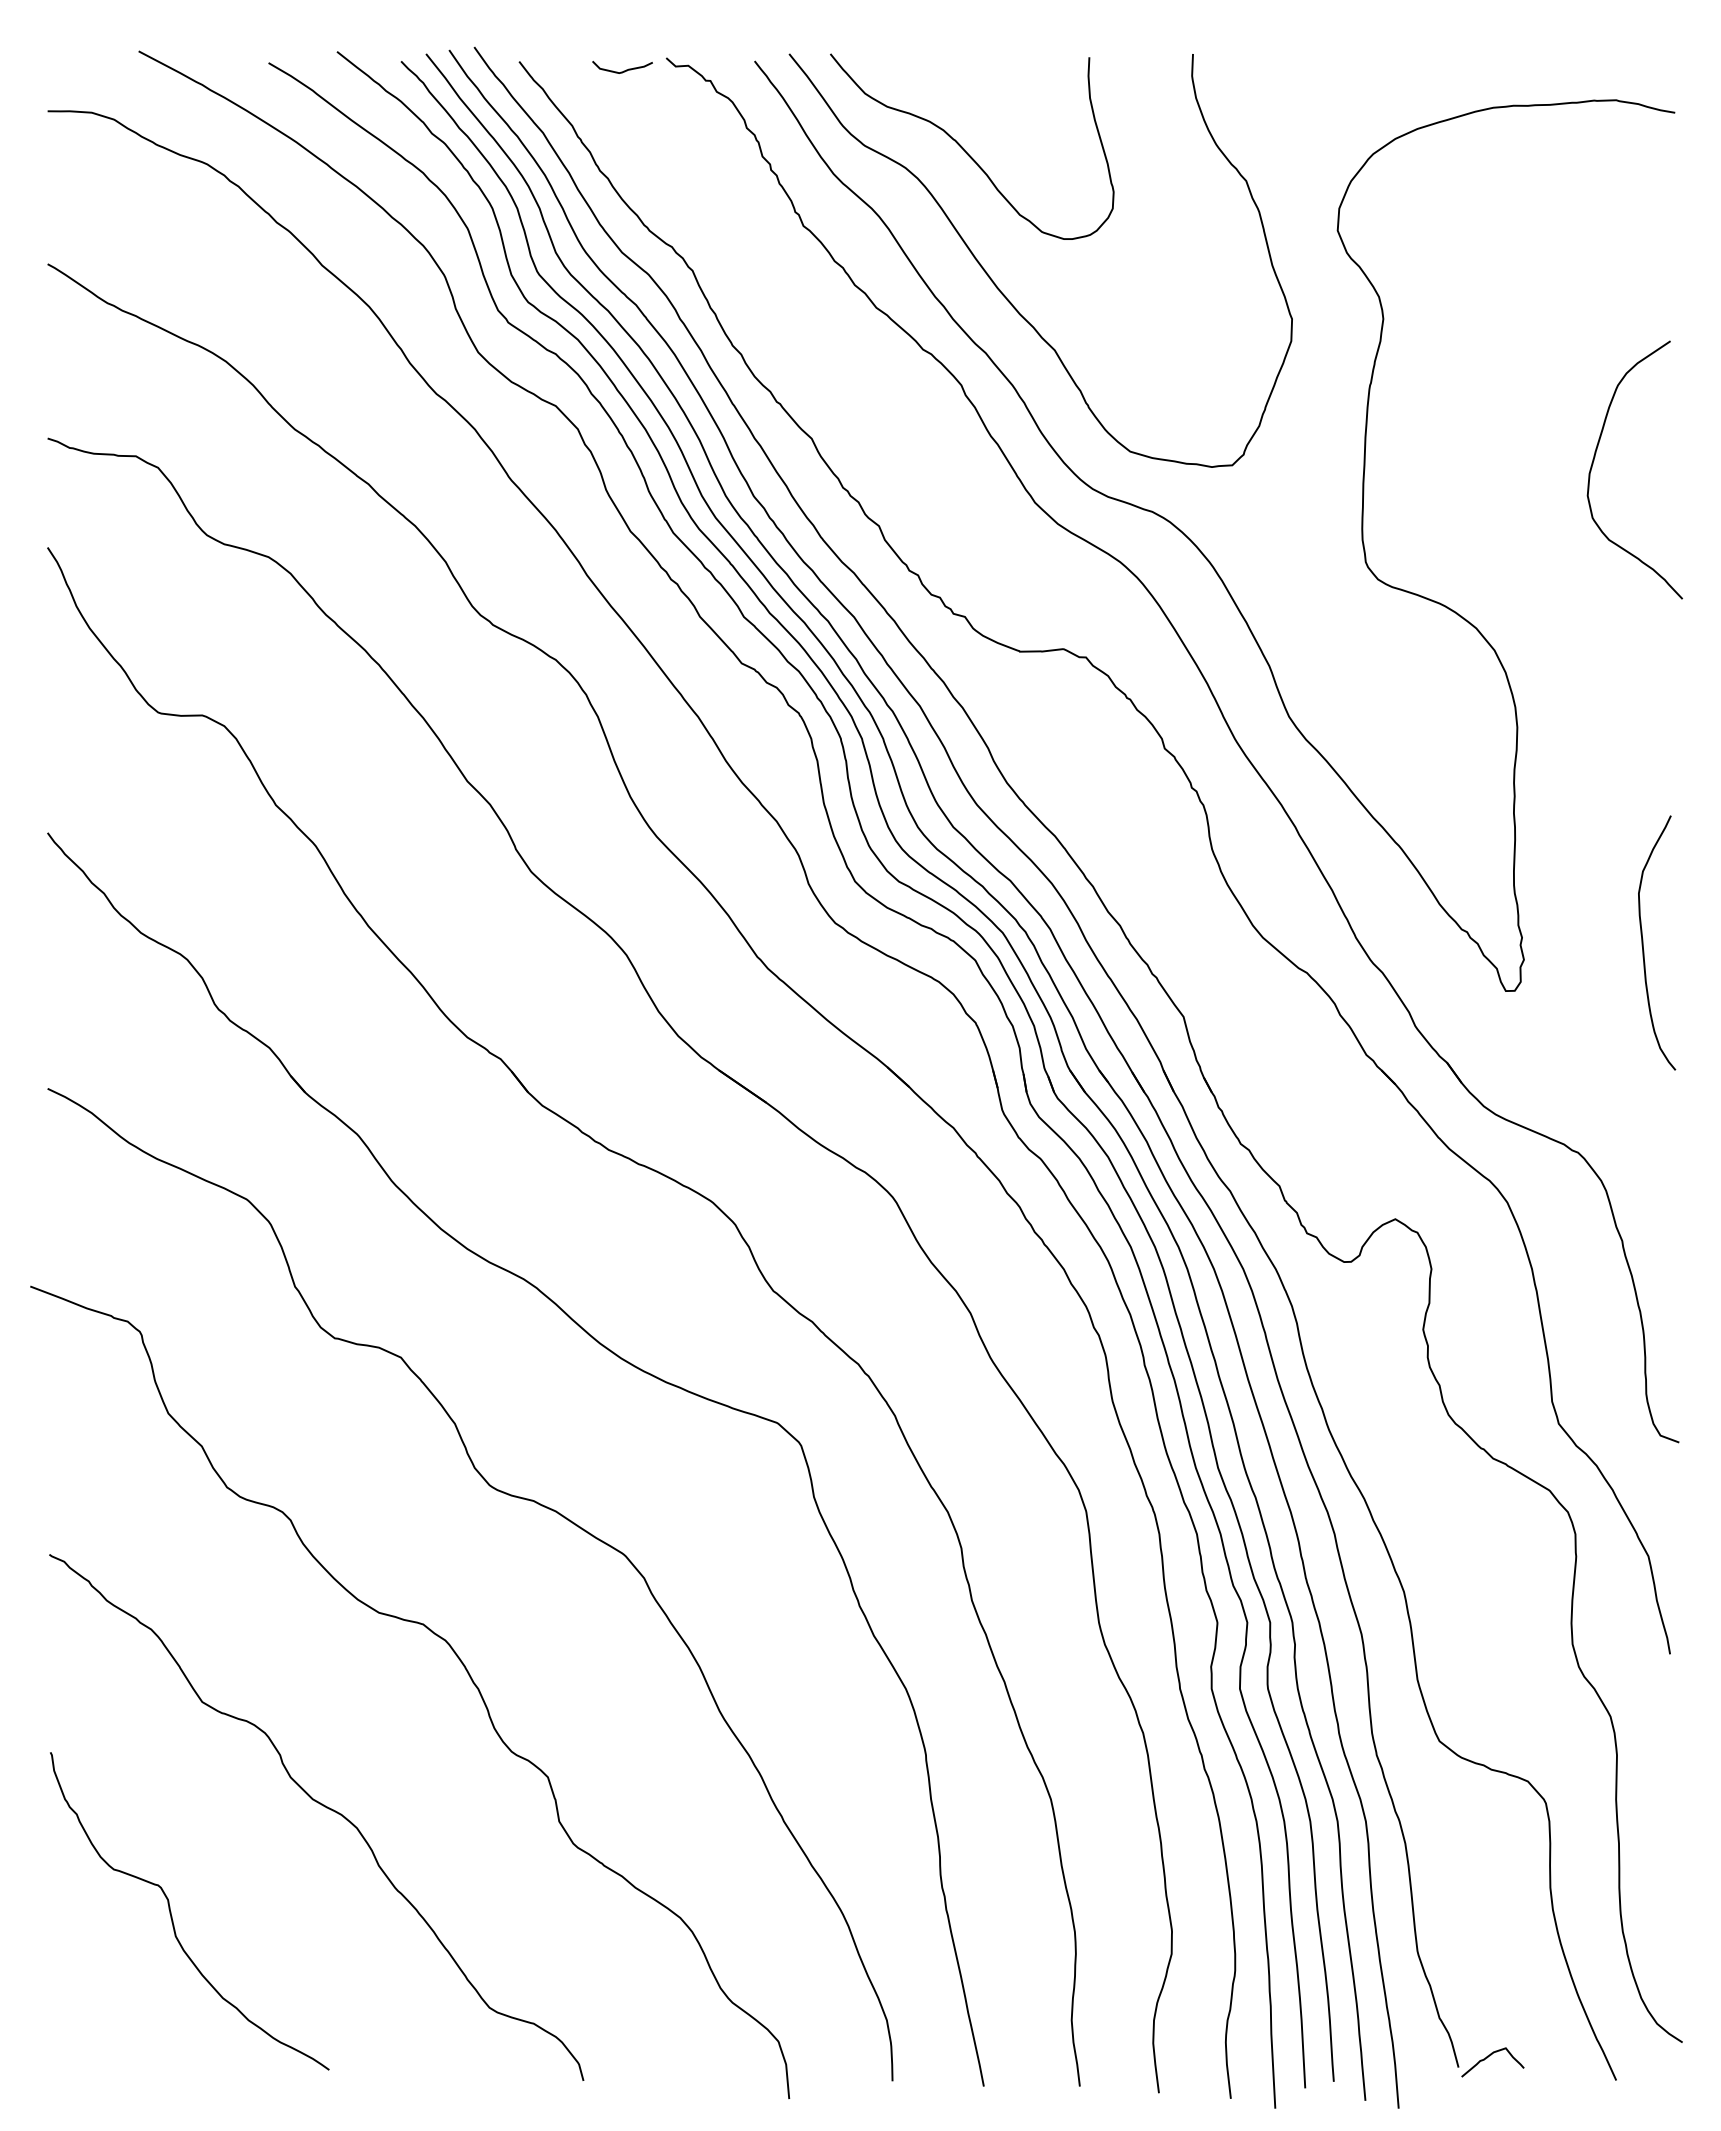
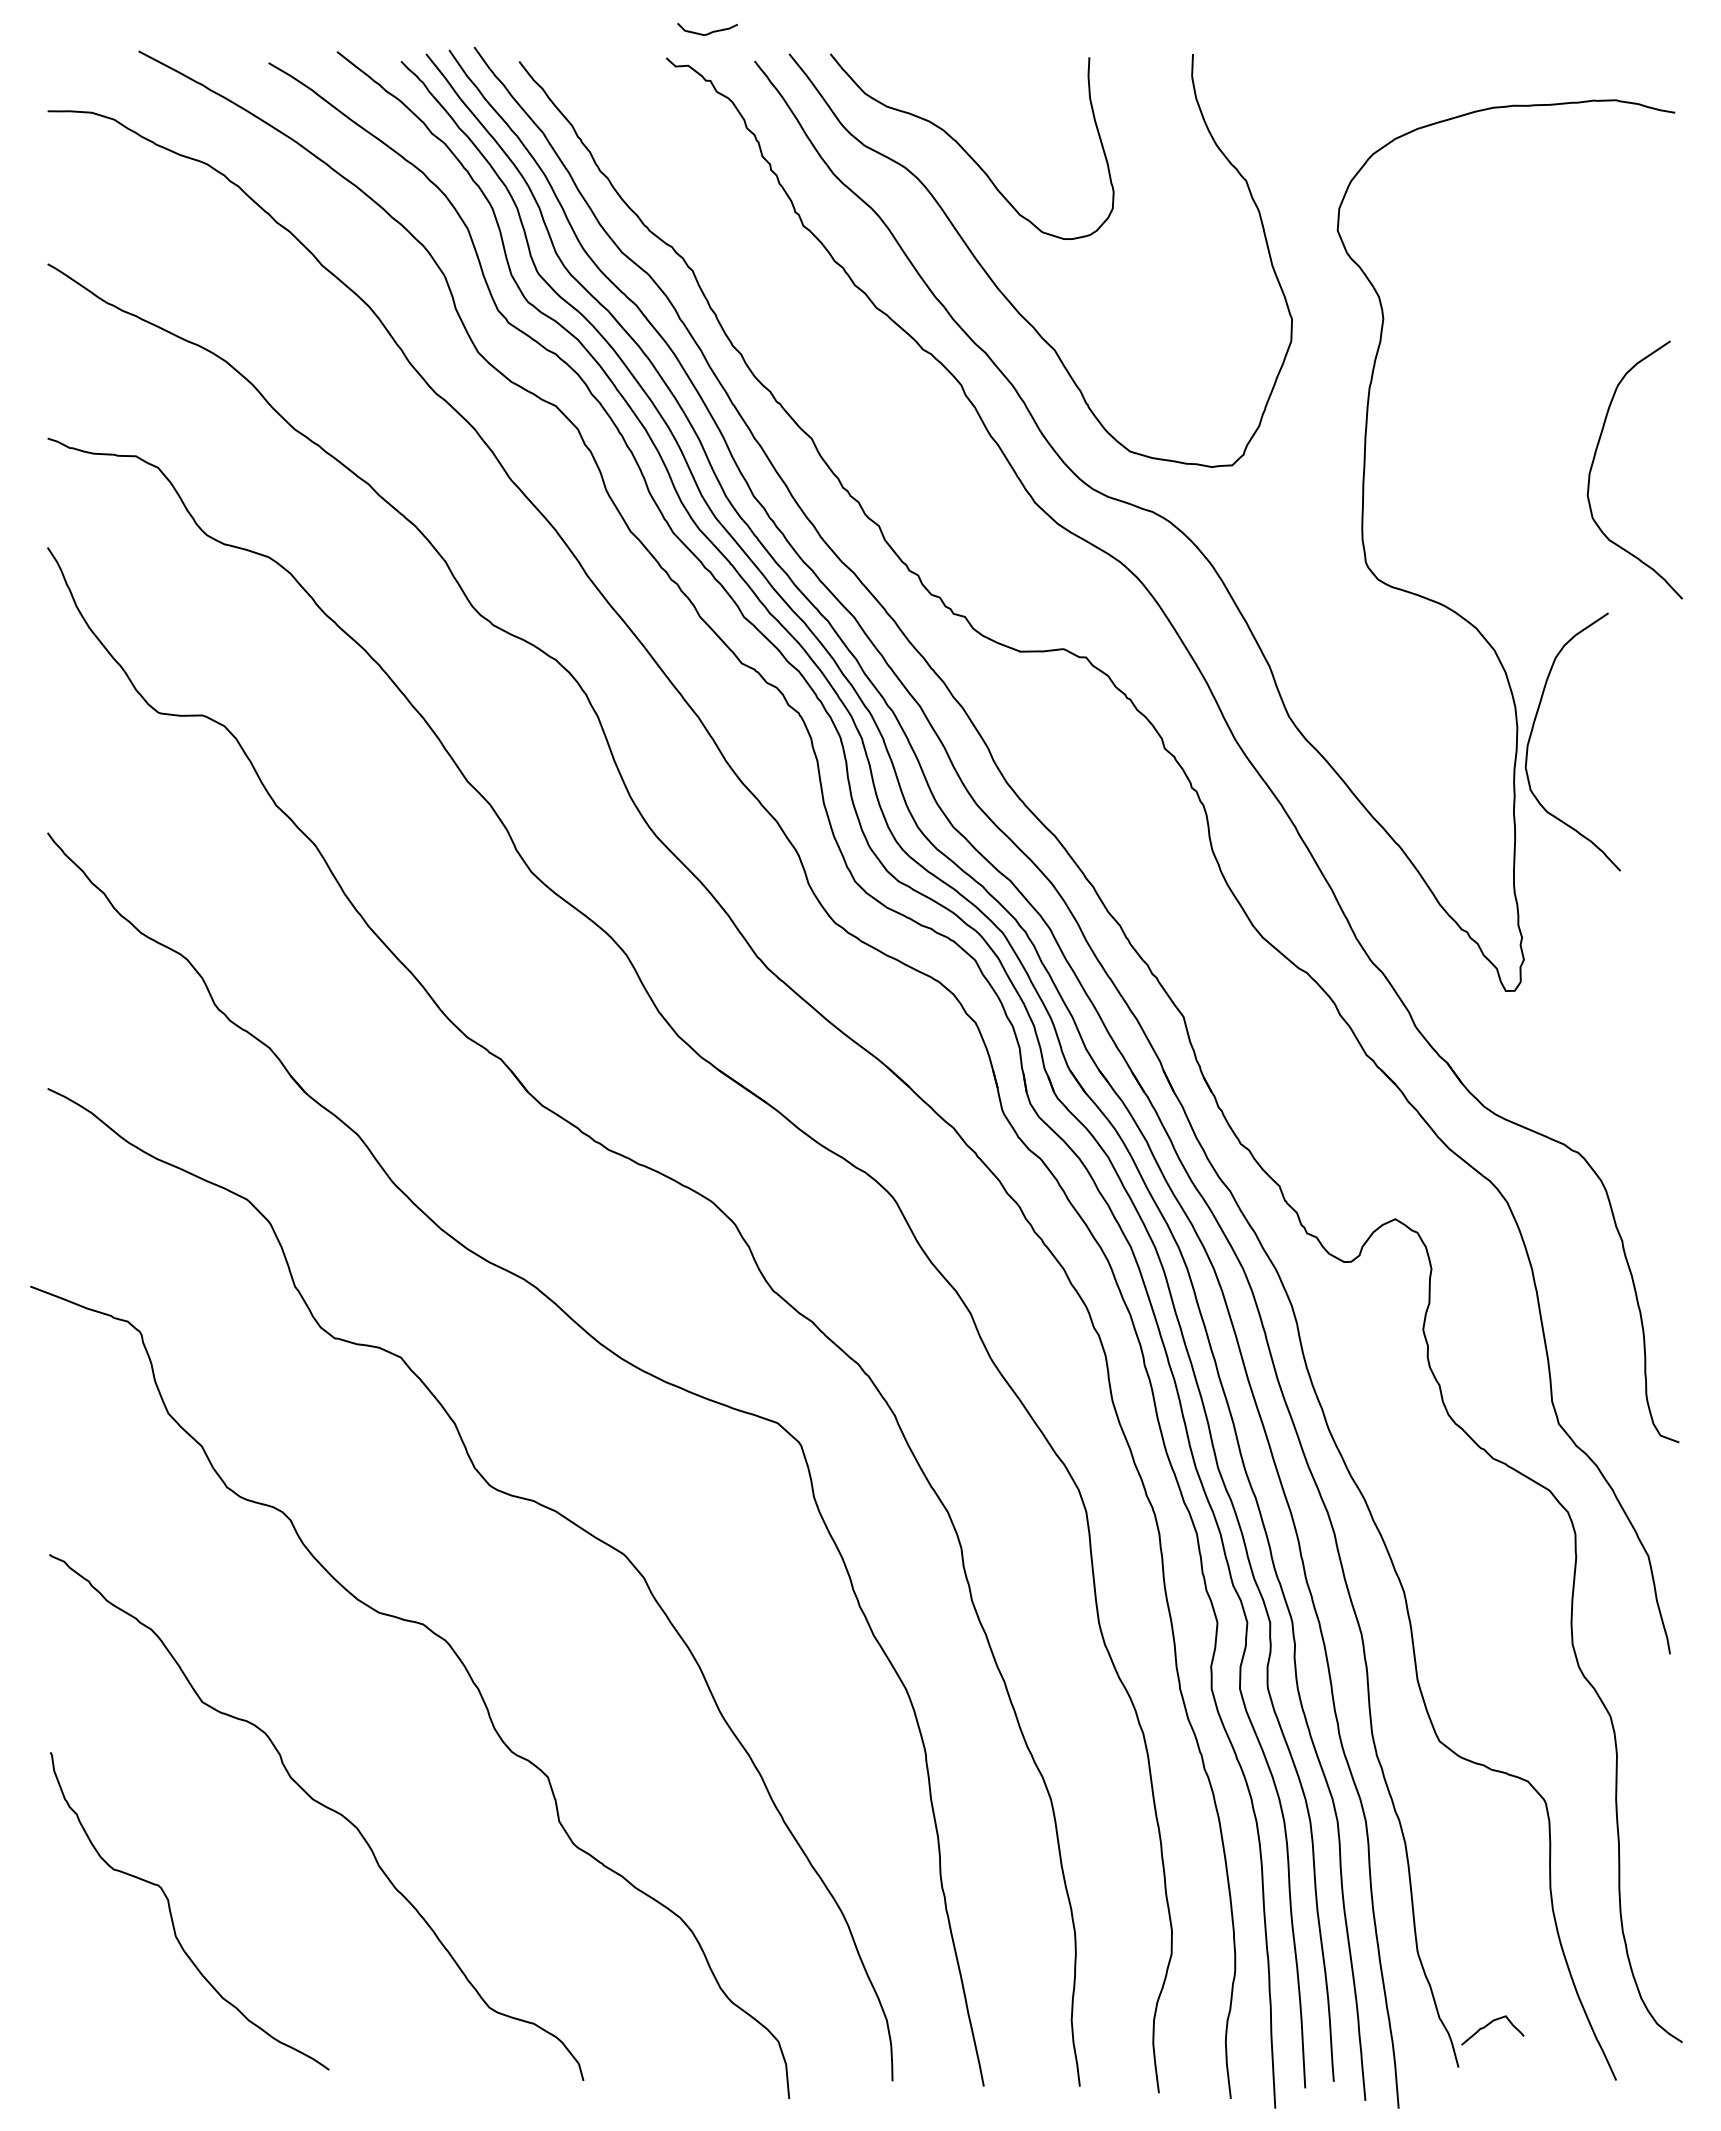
curve at (623, 70) position: (623, 70) -> (708, 32)
curve at (1533, 729): none -> present
curve at (1643, 942): present -> none
curve at (1488, 2057) position: (1488, 2057) -> (1488, 2025)
